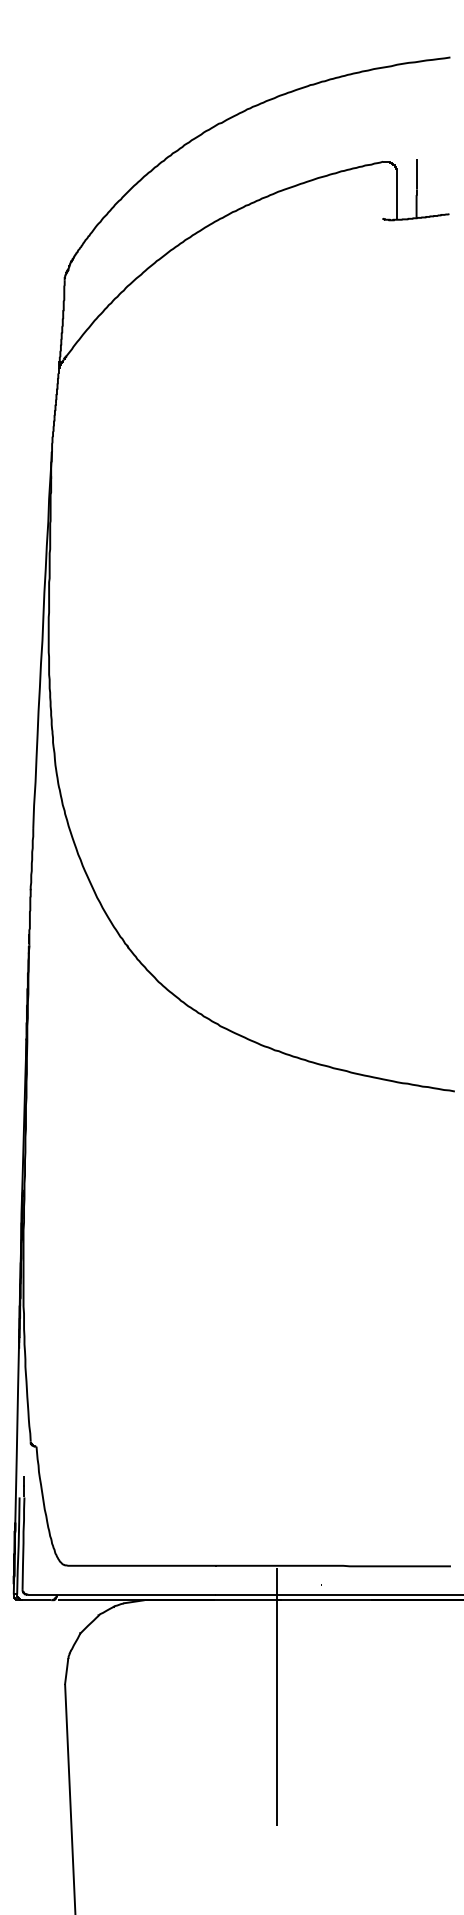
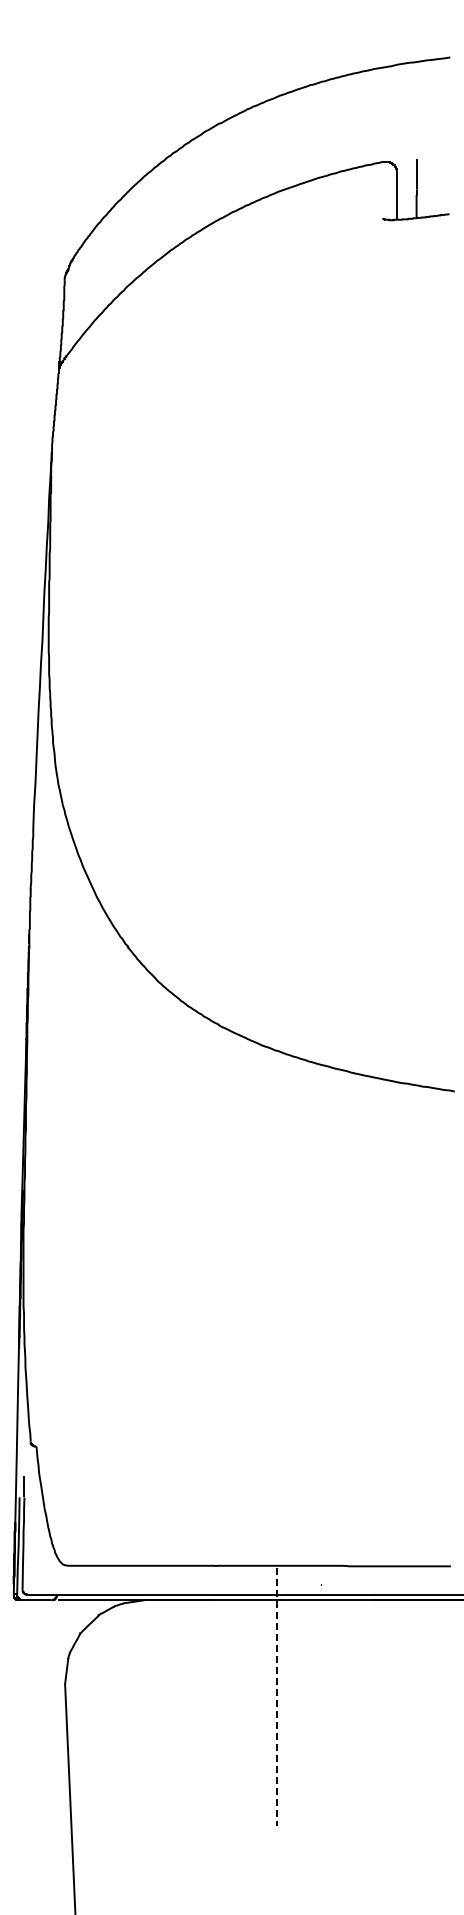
line at (276, 1697): solid -> dashed
